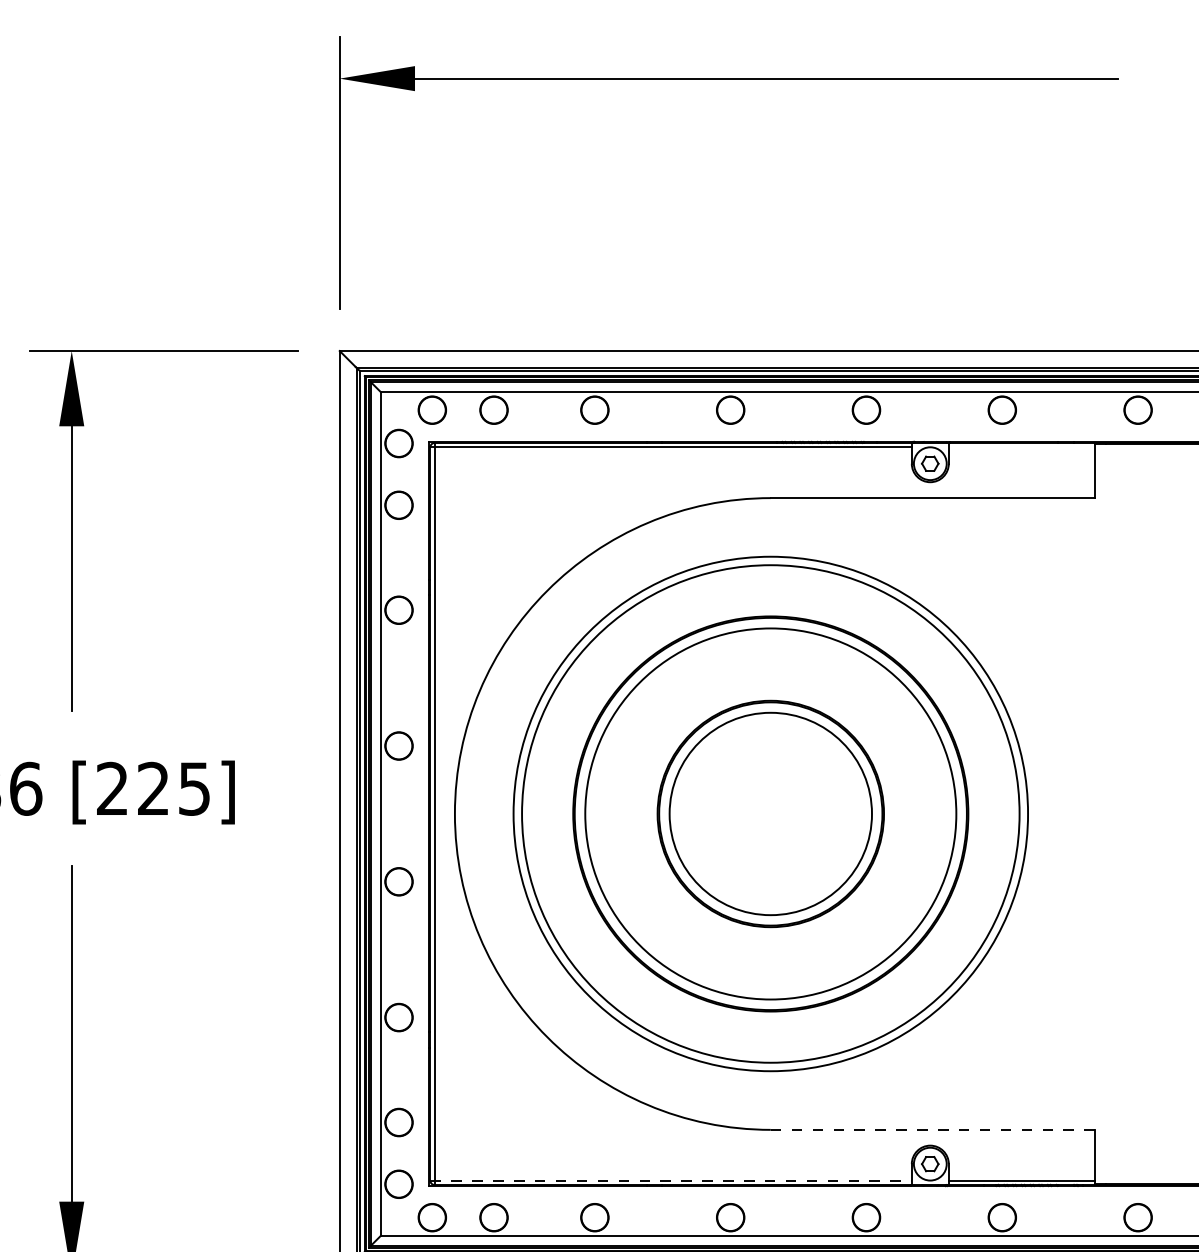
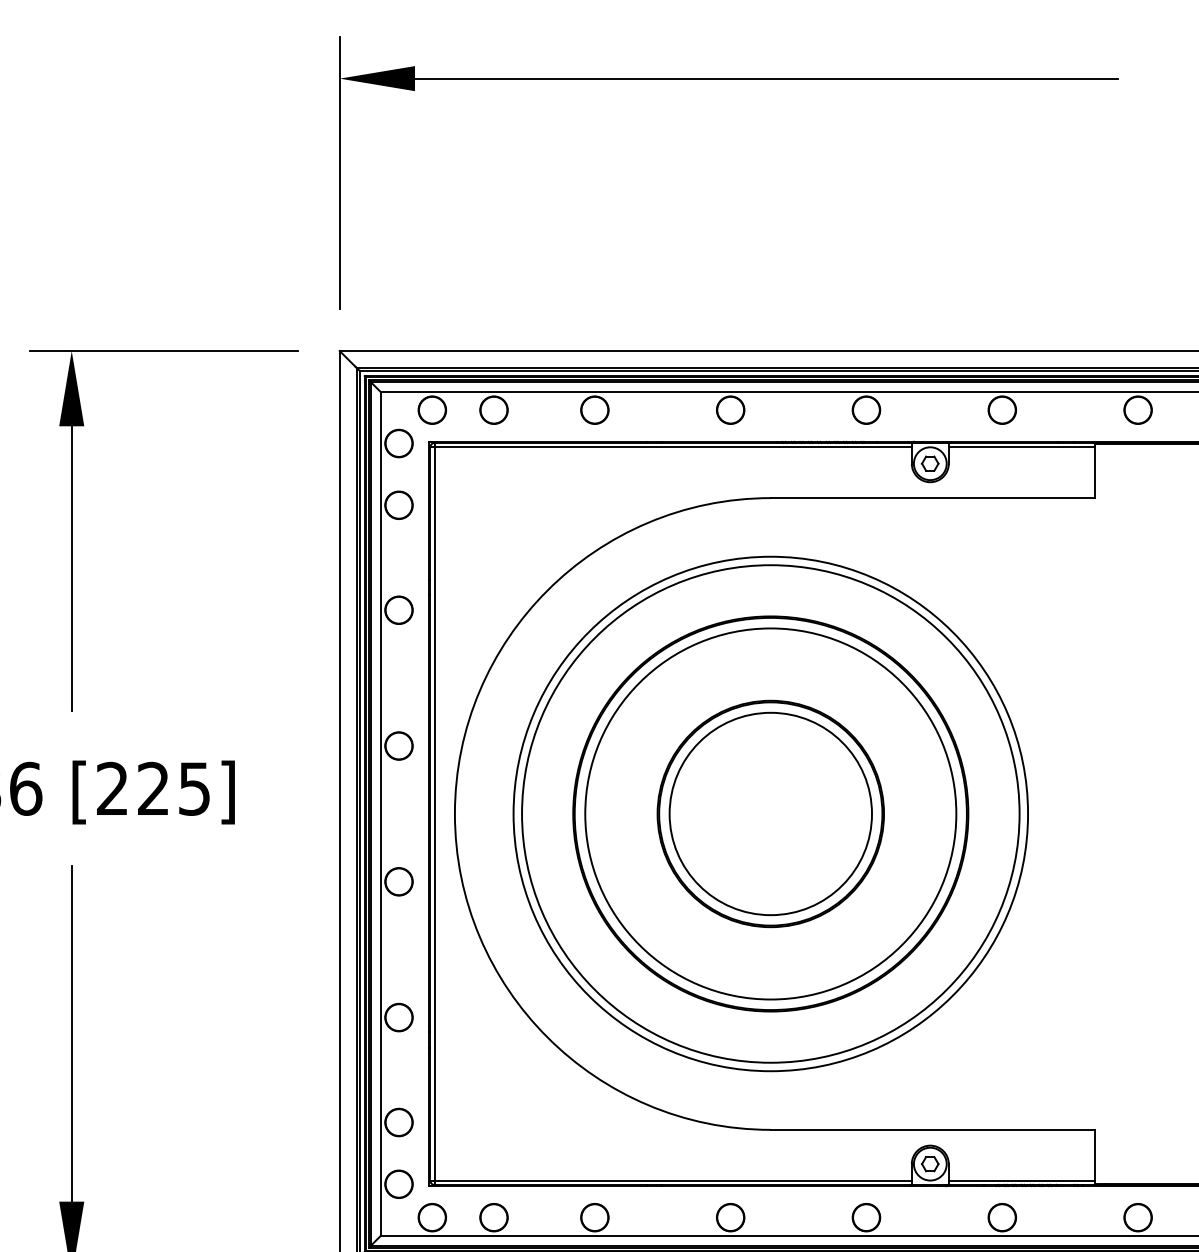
line at (1021, 447): none -> present
line at (932, 1129): dashed -> solid
line at (671, 1180): dashed -> solid
